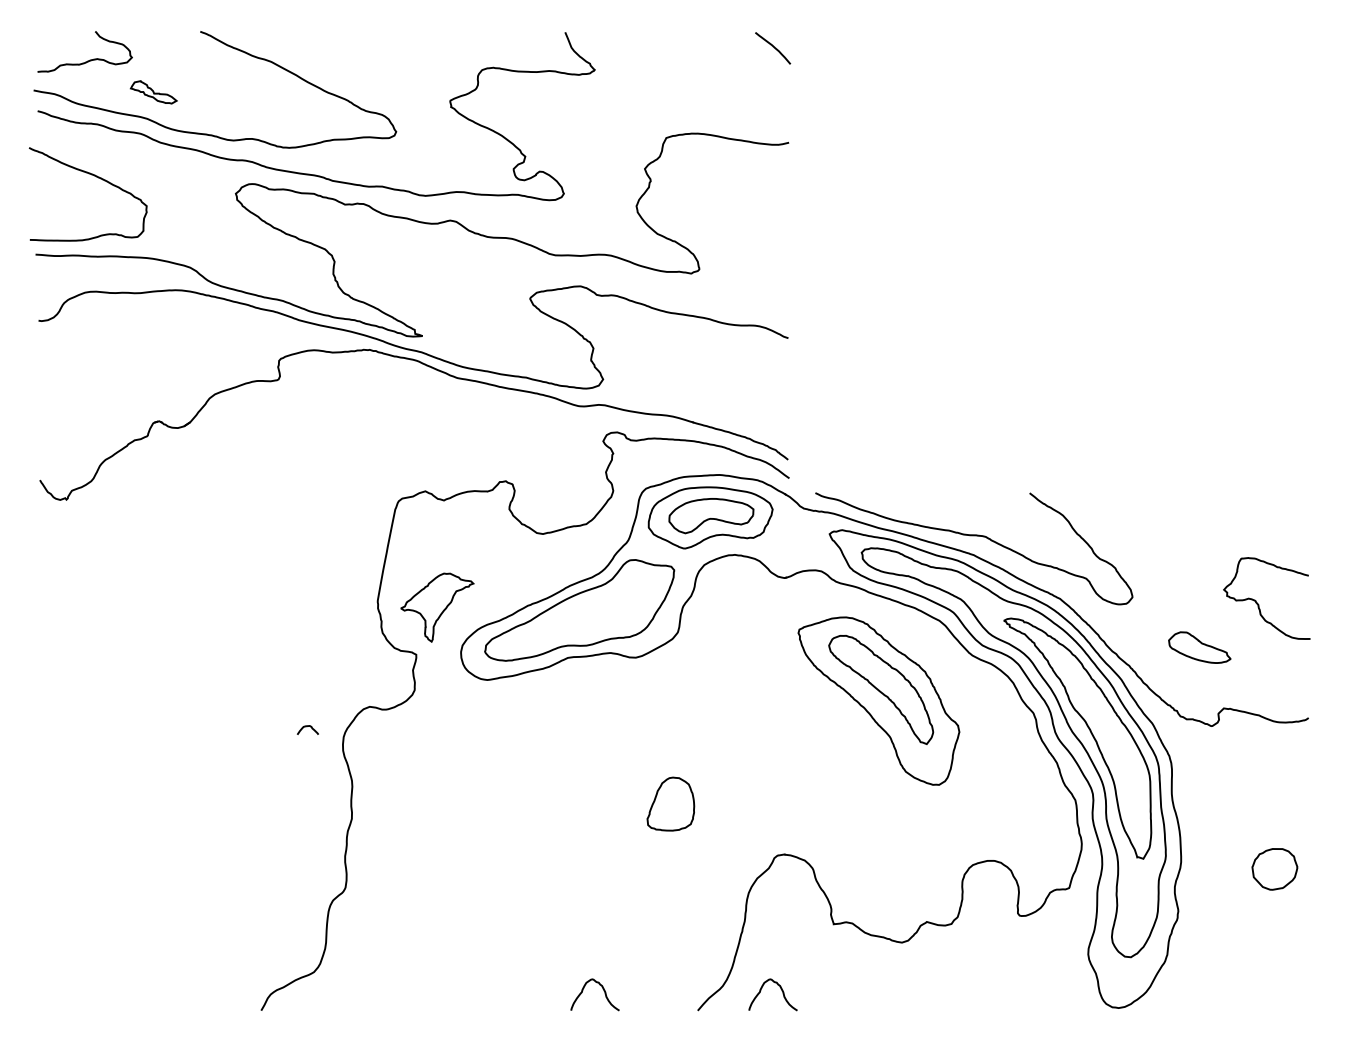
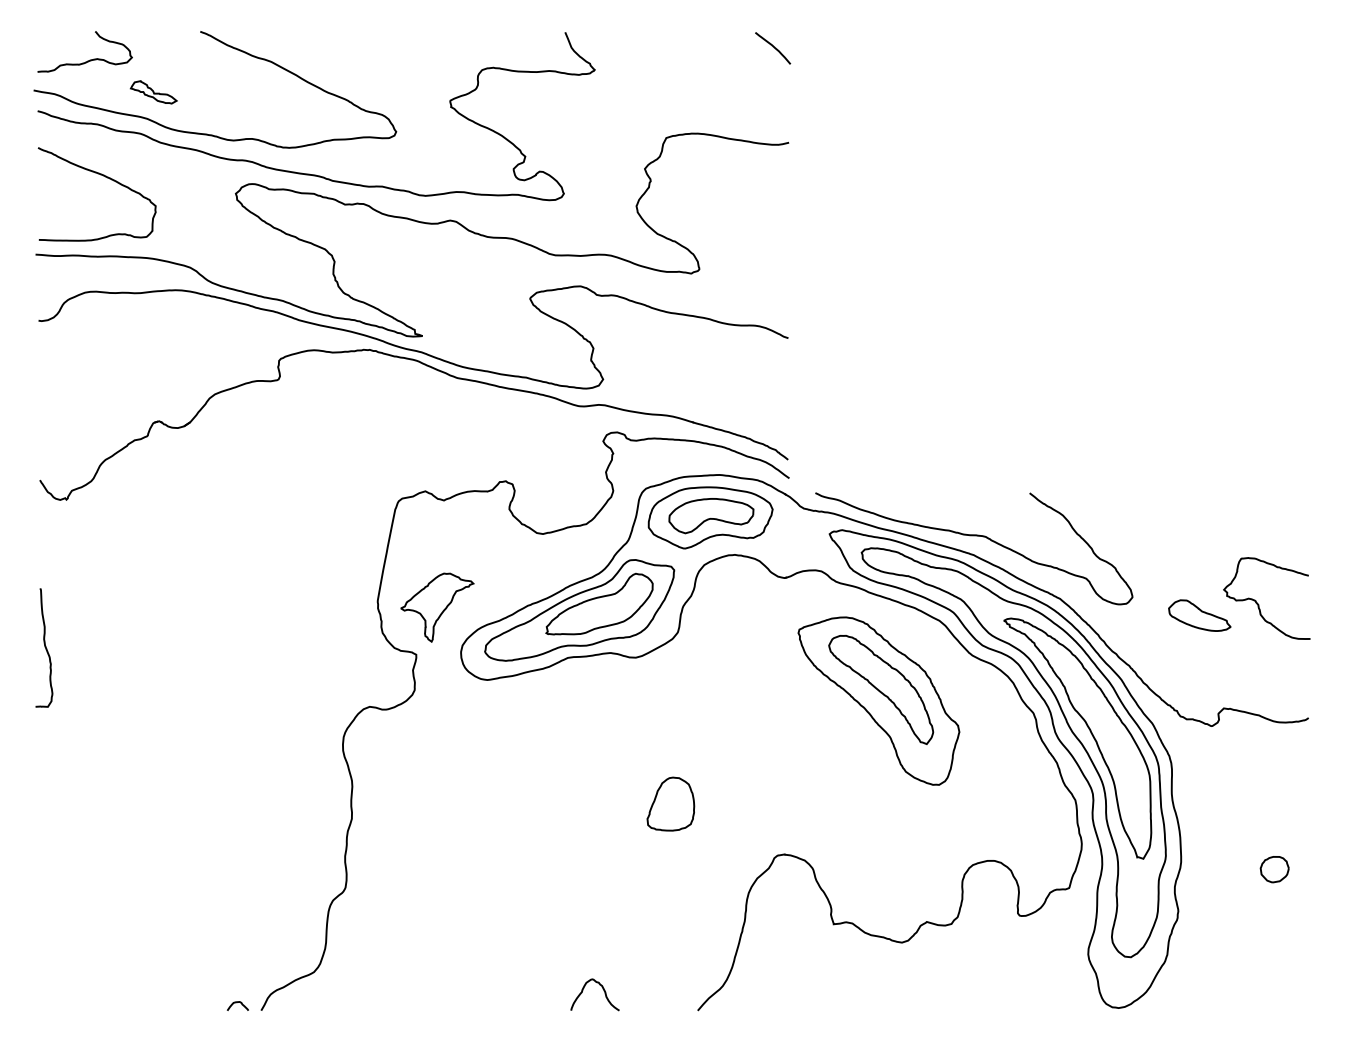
curve at (96, 177) position: (96, 177) -> (105, 177)
part at (599, 603): none -> present
curve at (44, 647): none -> present
part at (1199, 647) position: (1199, 647) -> (1199, 615)
curve at (306, 727) position: (306, 727) -> (236, 1003)
part at (1274, 869) size: 48x43 px -> 31x28 px
curve at (780, 989): present -> none
